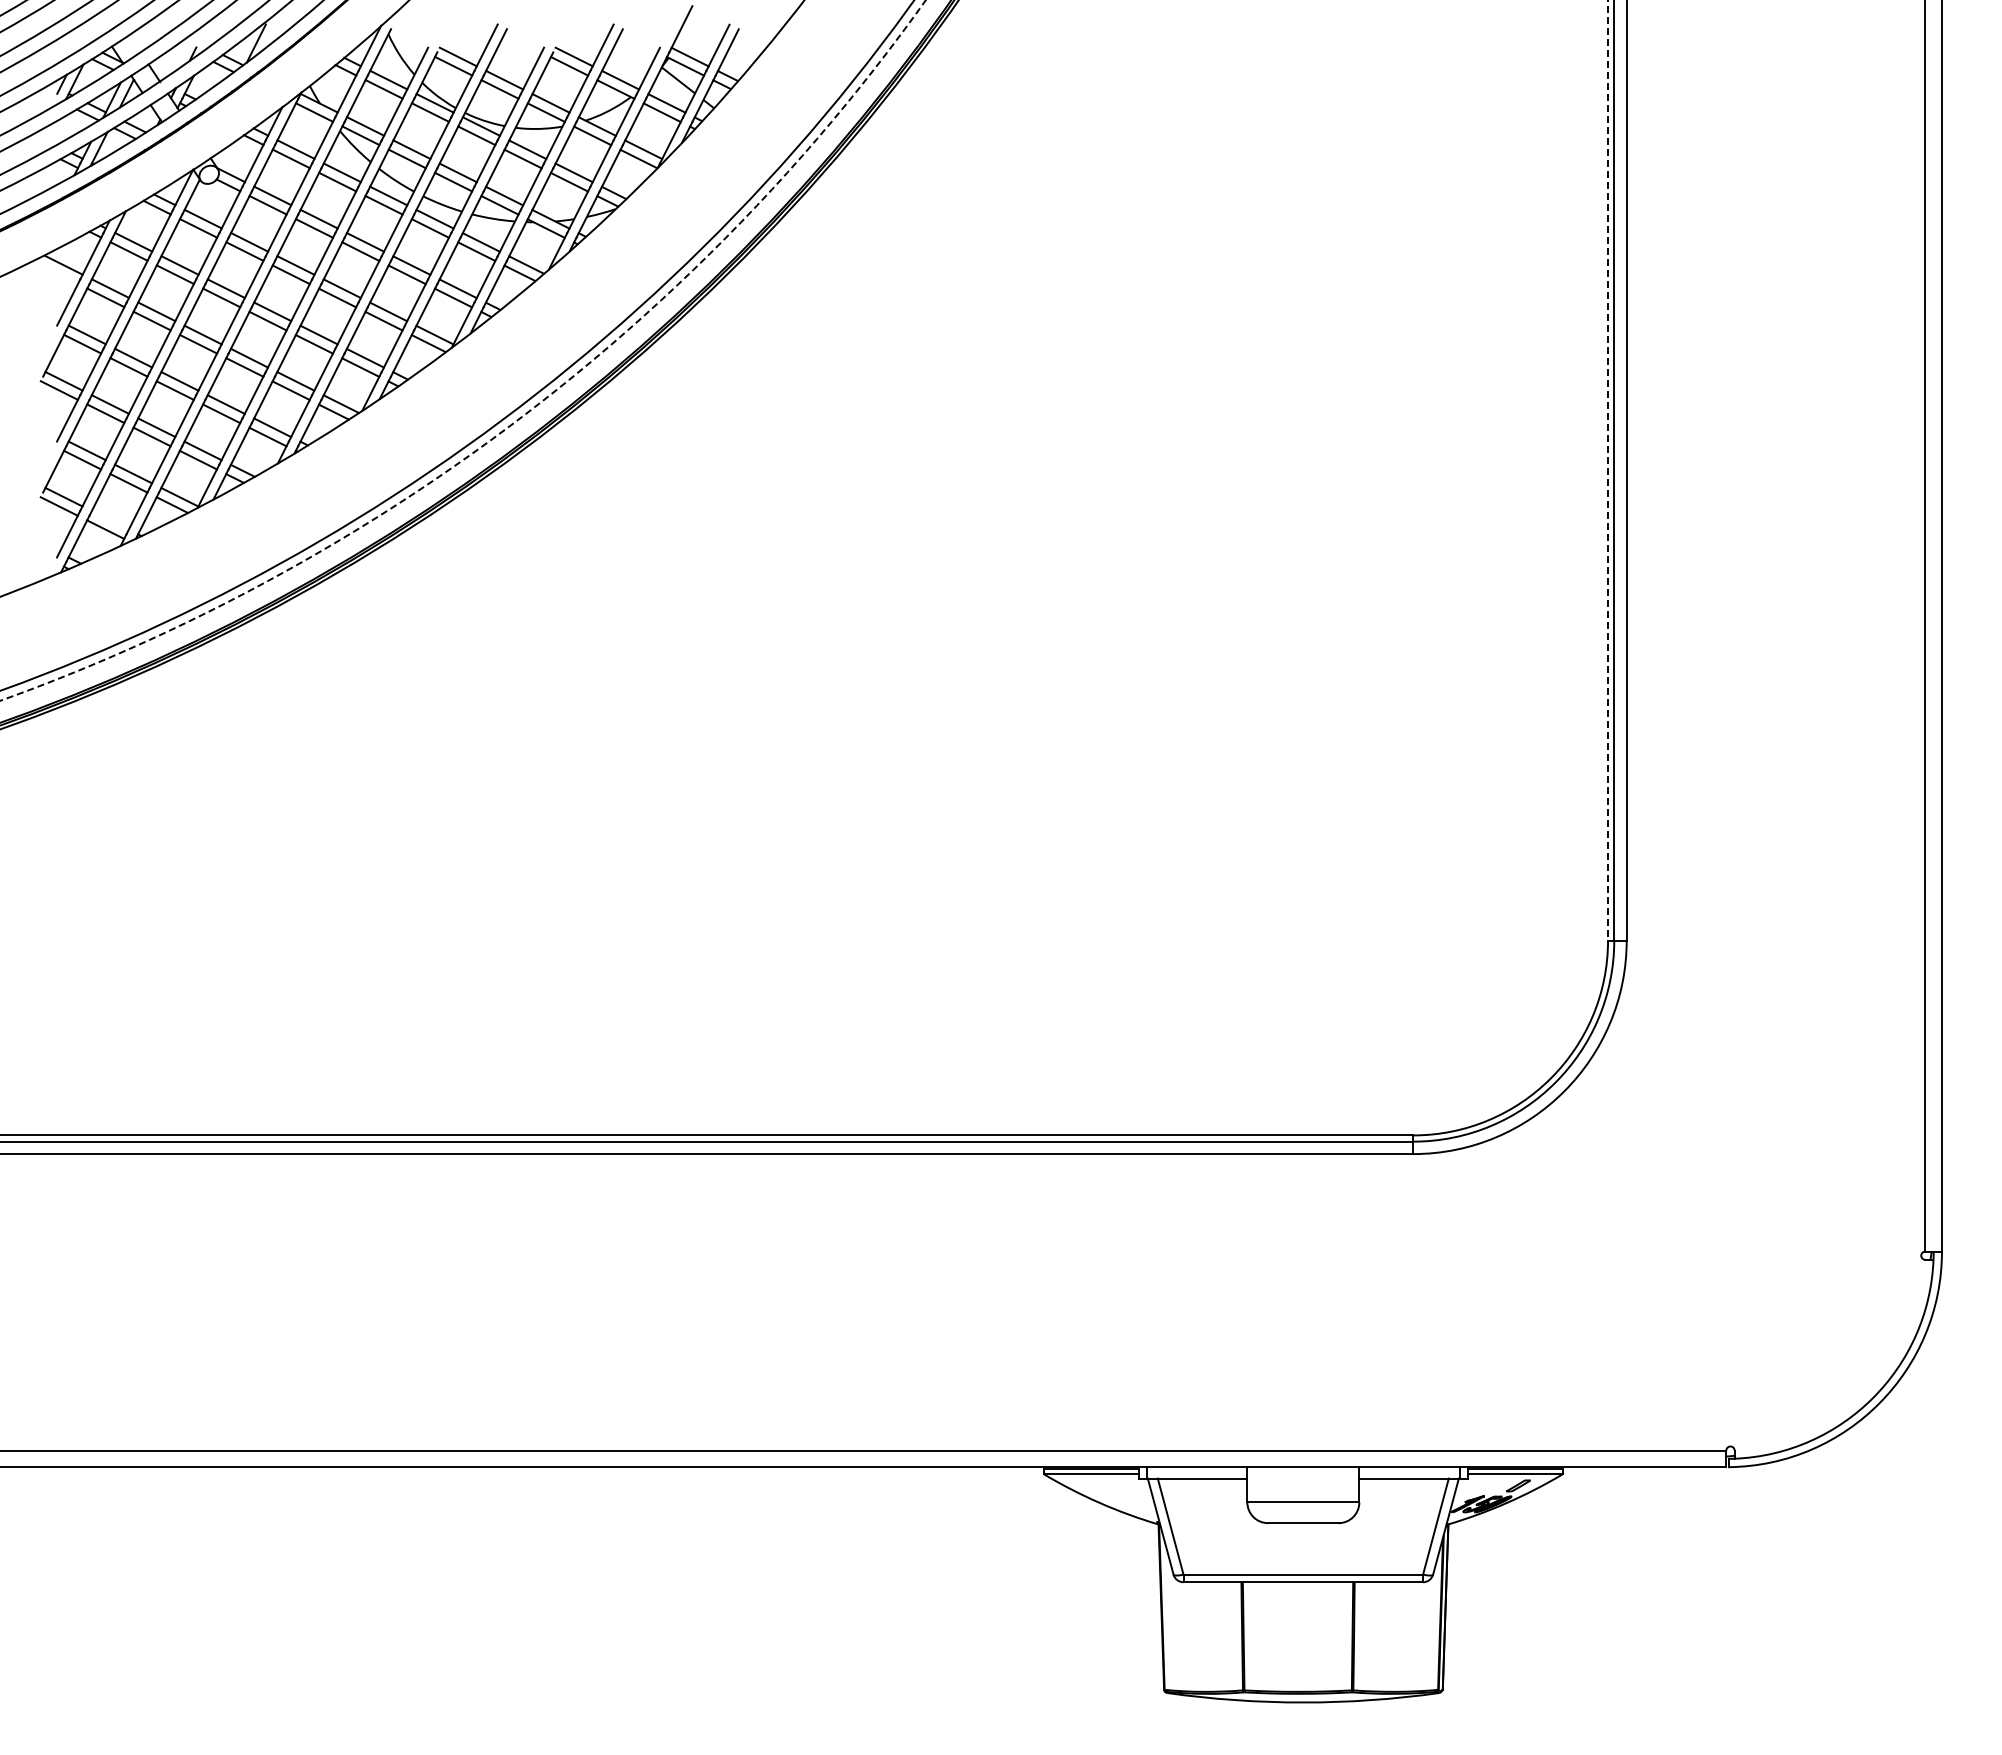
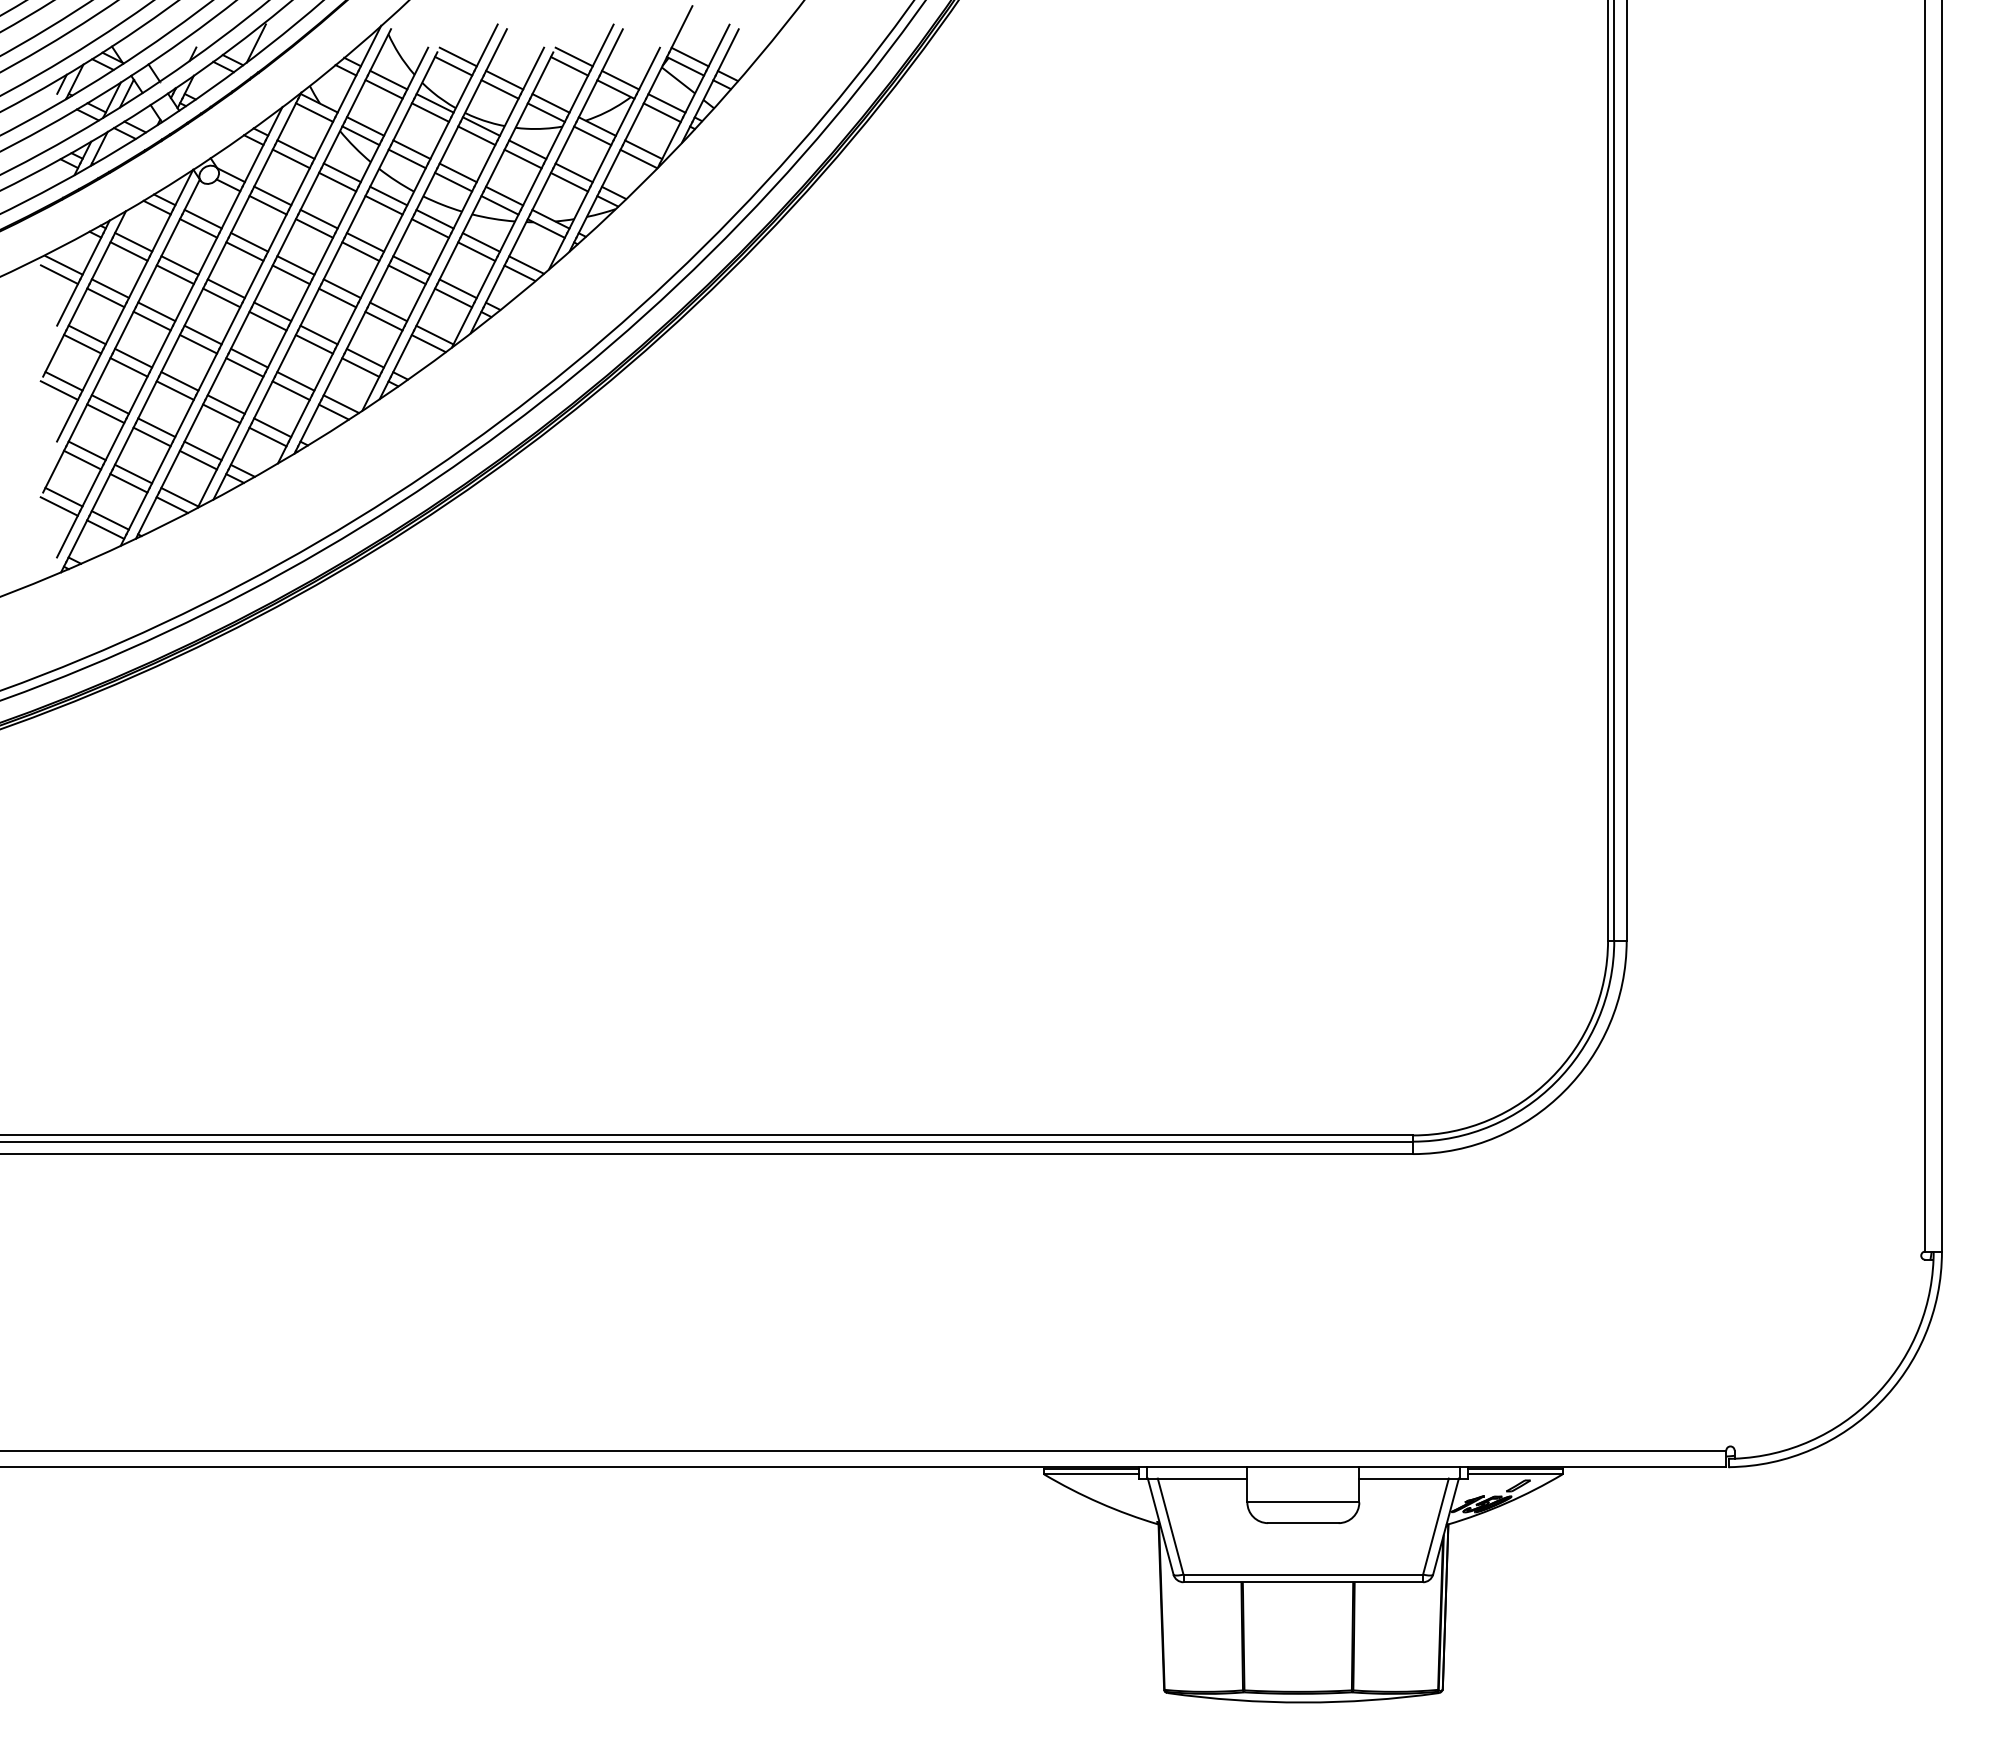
line at (58, 274): none -> present
arc at (514, 422): dashed -> solid
line at (1608, 470): dashed -> solid
line at (109, 520): none -> present
